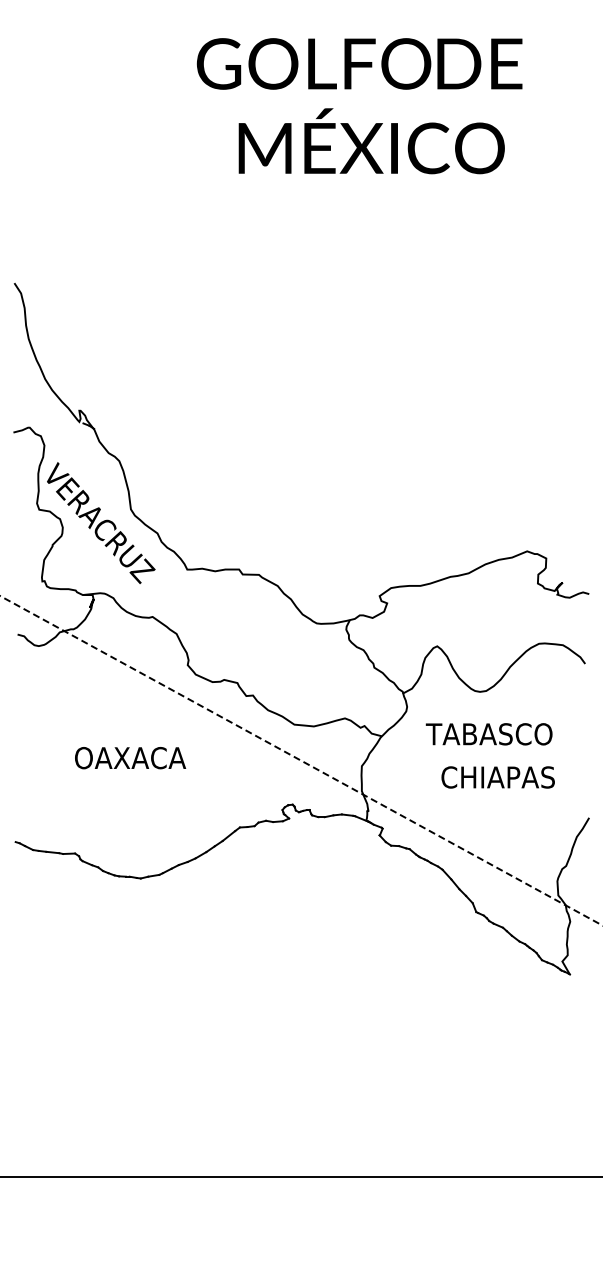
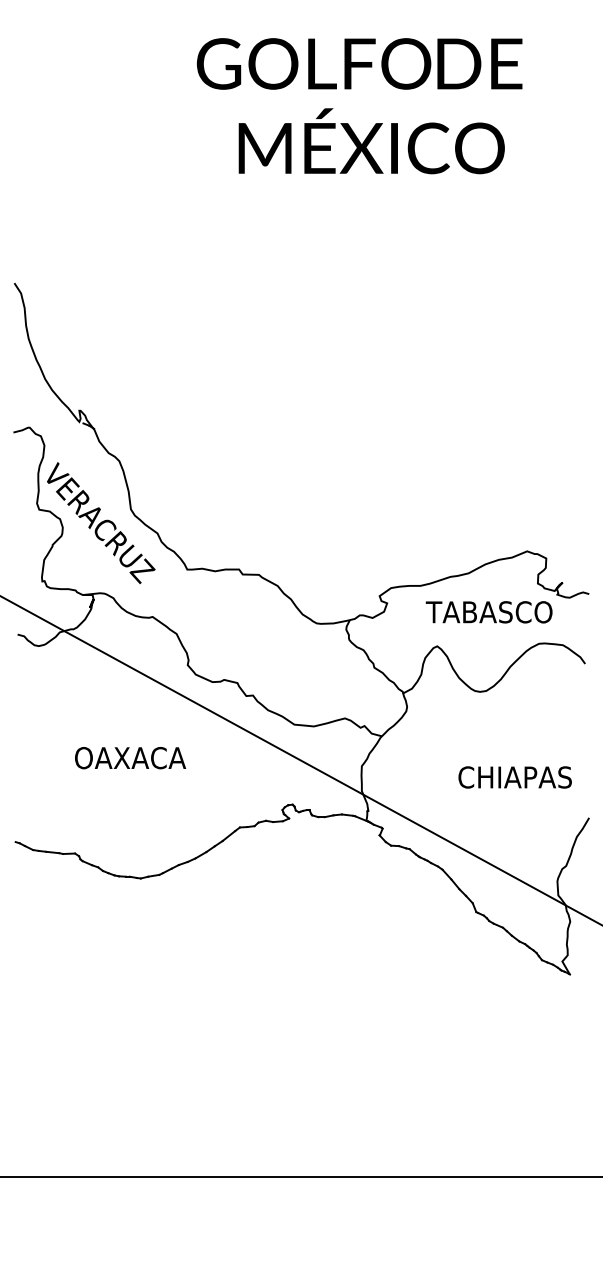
text at (488, 734) position: (488, 734) -> (488, 612)
line at (302, 761): dashed -> solid
text at (497, 777) position: (497, 777) -> (514, 777)
